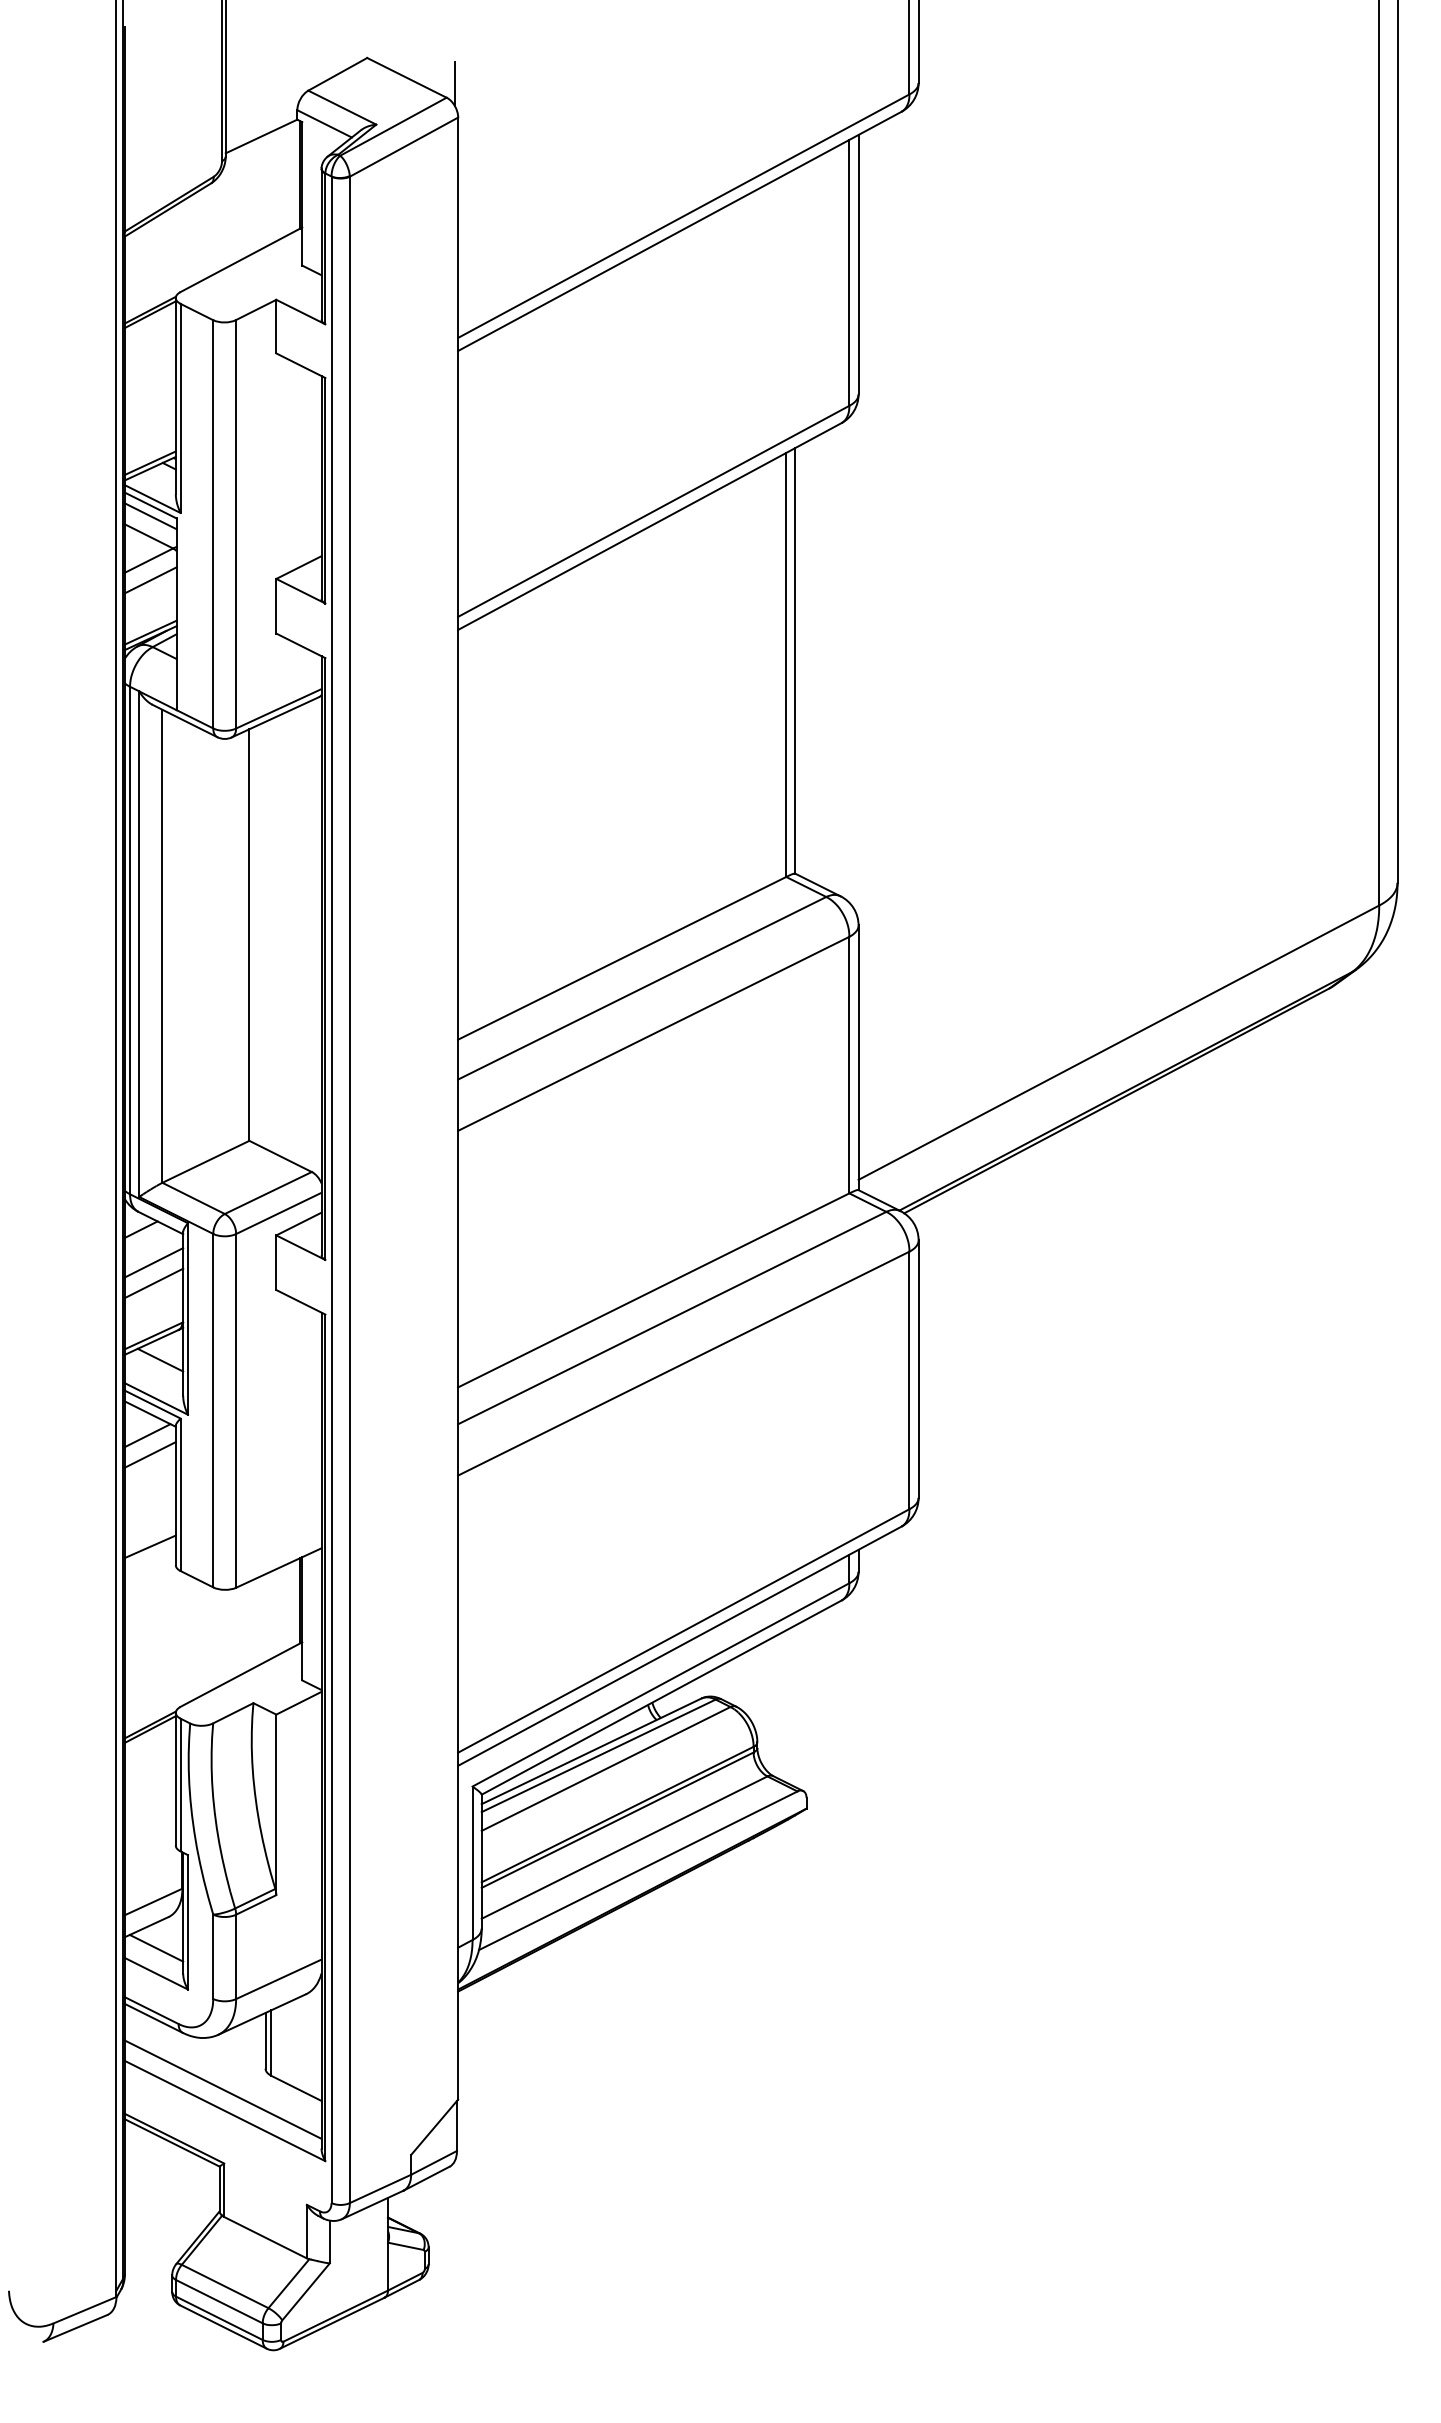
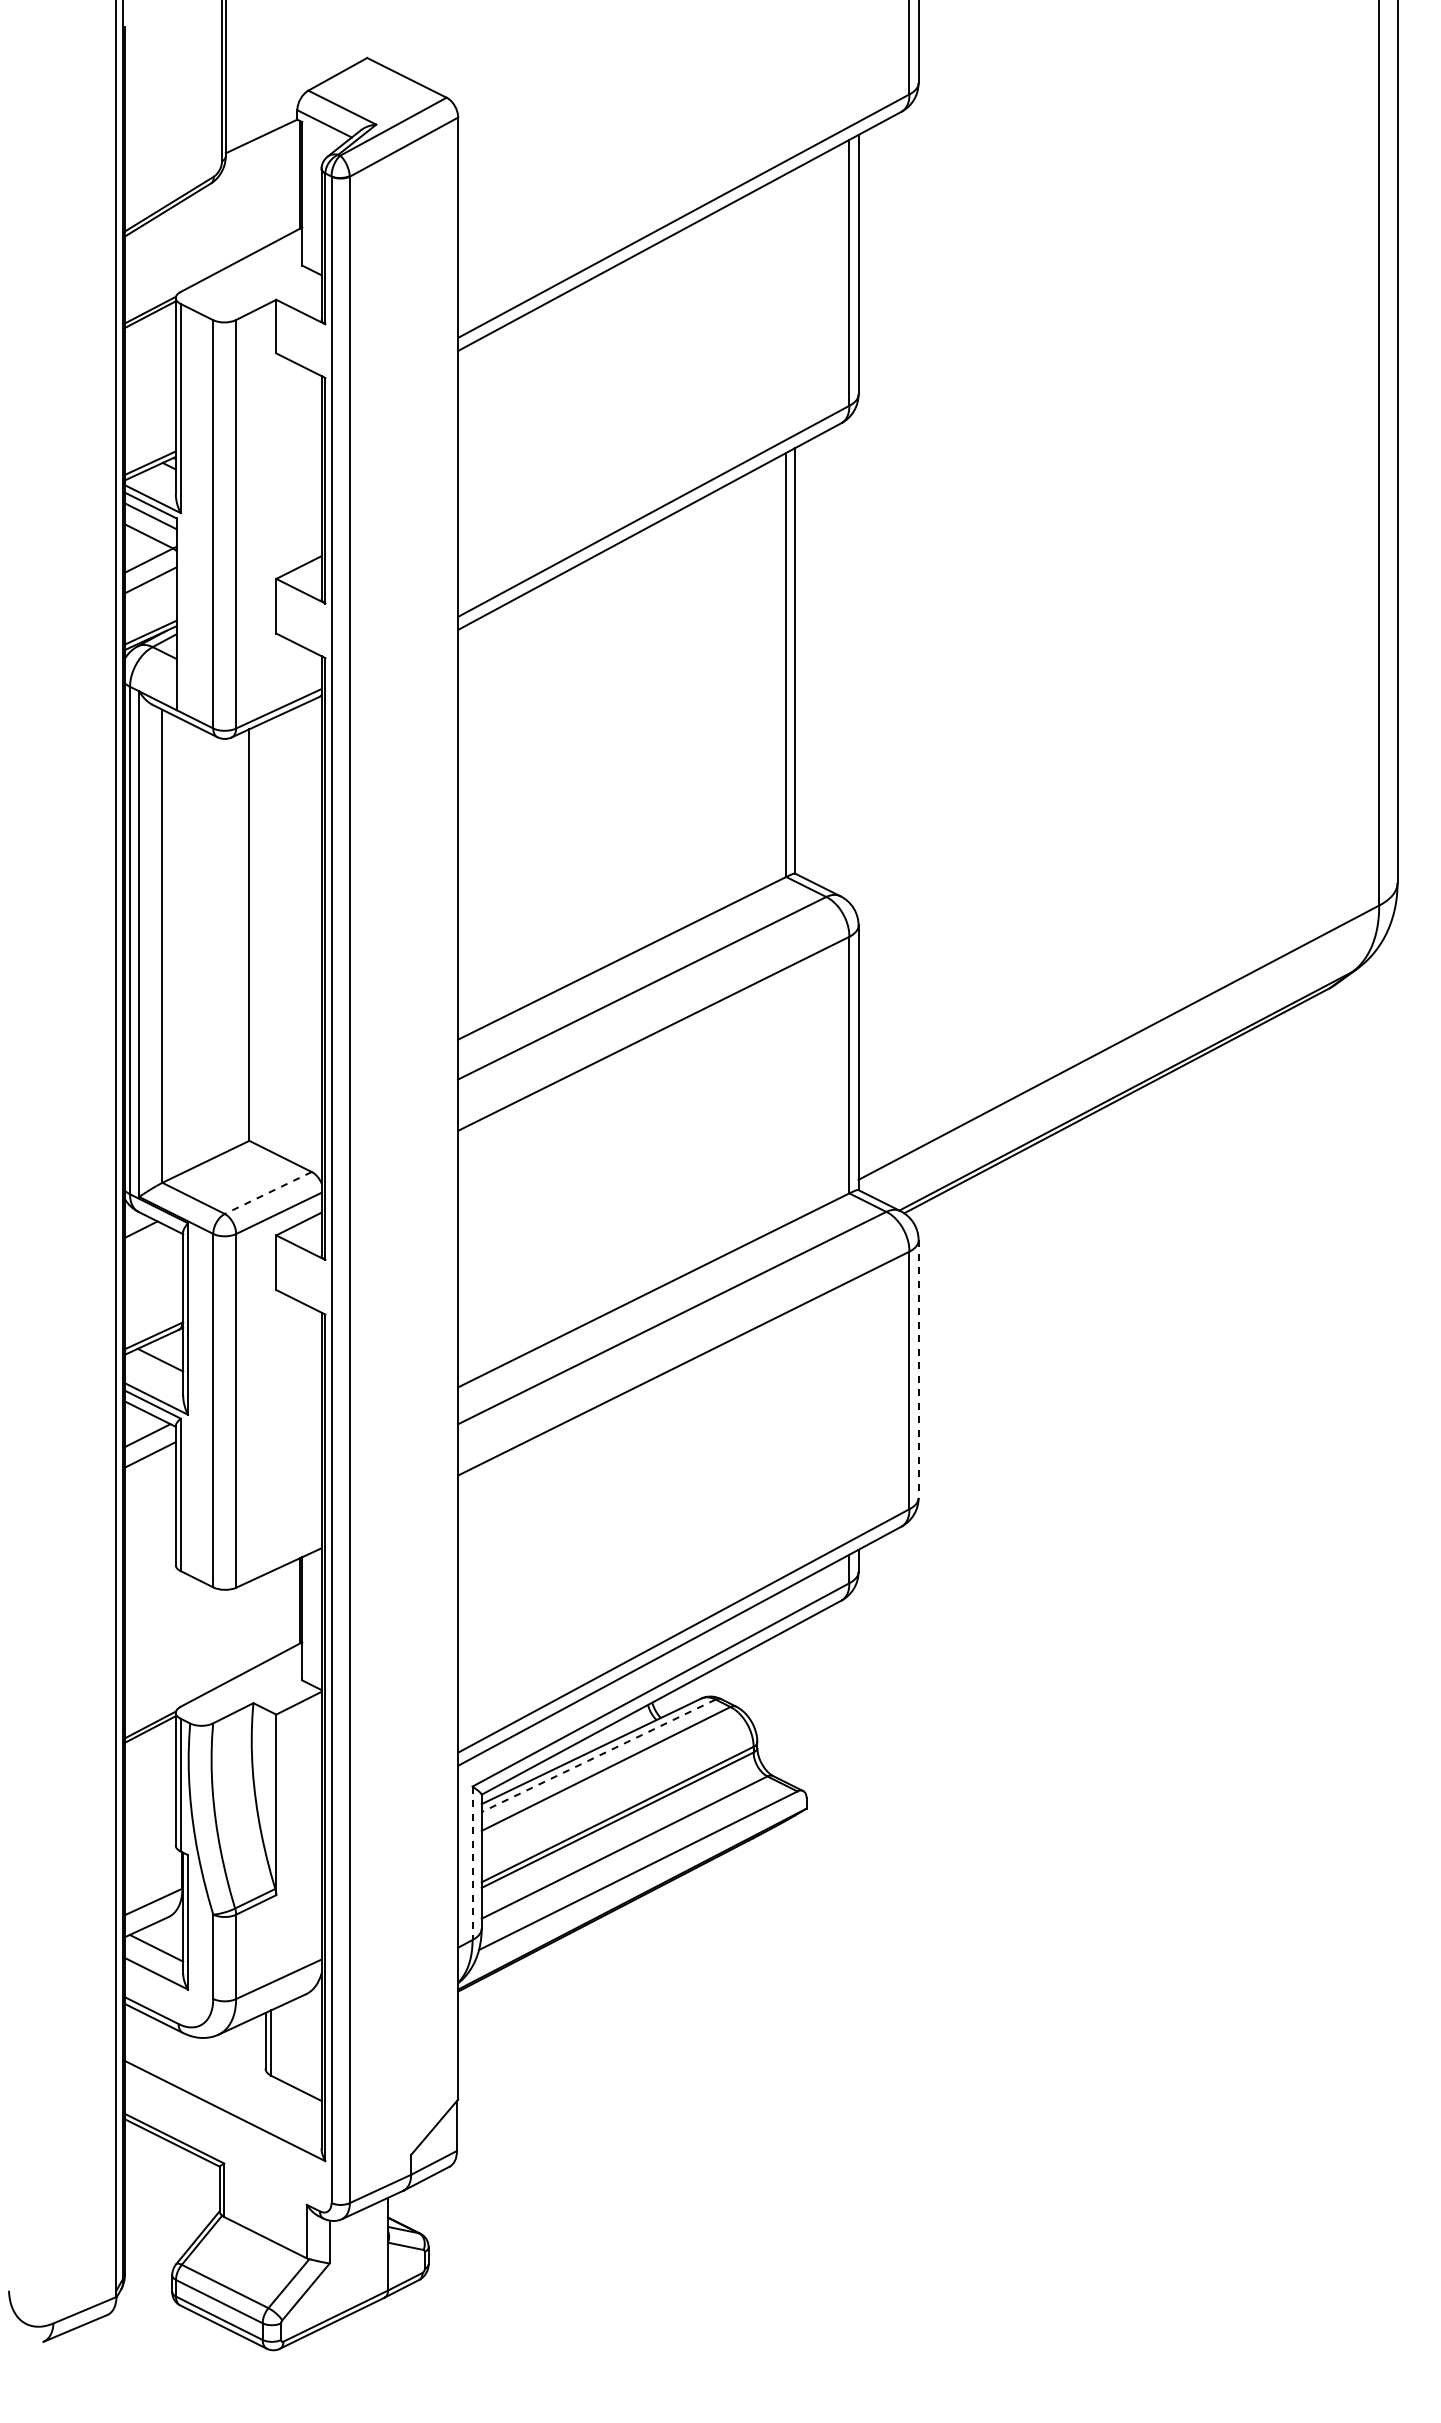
line at (455, 84): present -> none
line at (267, 1193): solid -> dashed
line at (153, 1262): present -> none
line at (153, 1283): present -> none
line at (918, 1369): solid -> dashed
line at (149, 1546): present -> none
line at (598, 1755): solid -> dashed
line at (472, 1863): solid -> dashed
line at (222, 2089): present -> none
